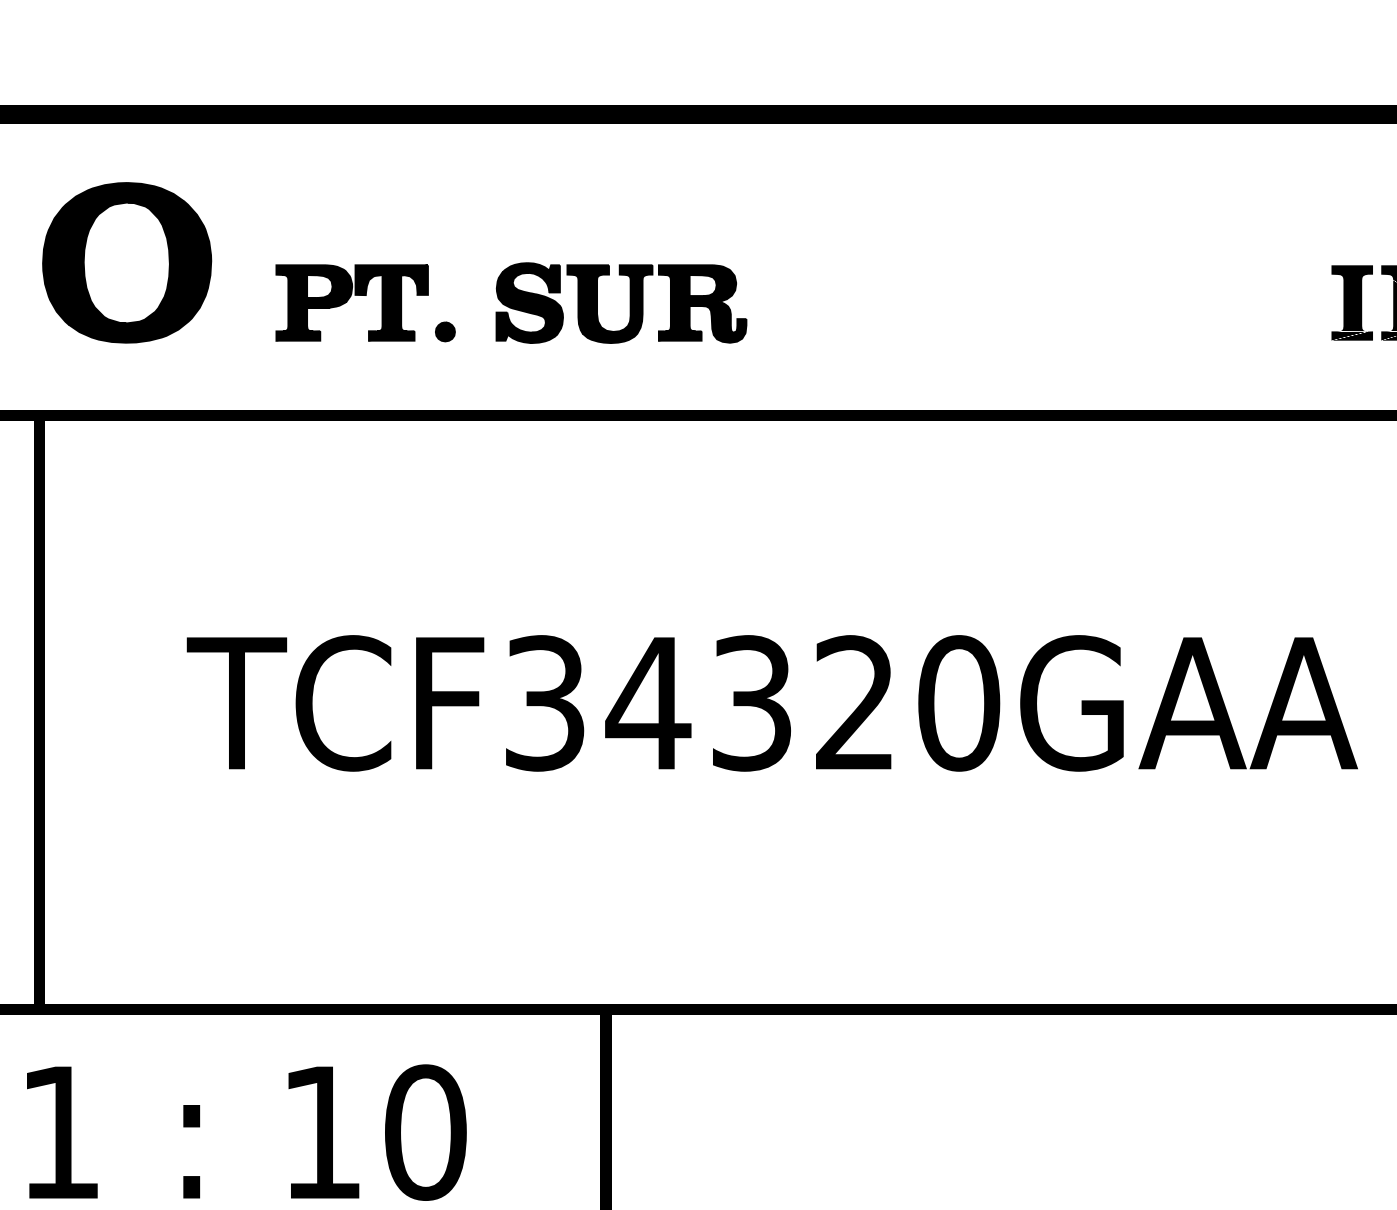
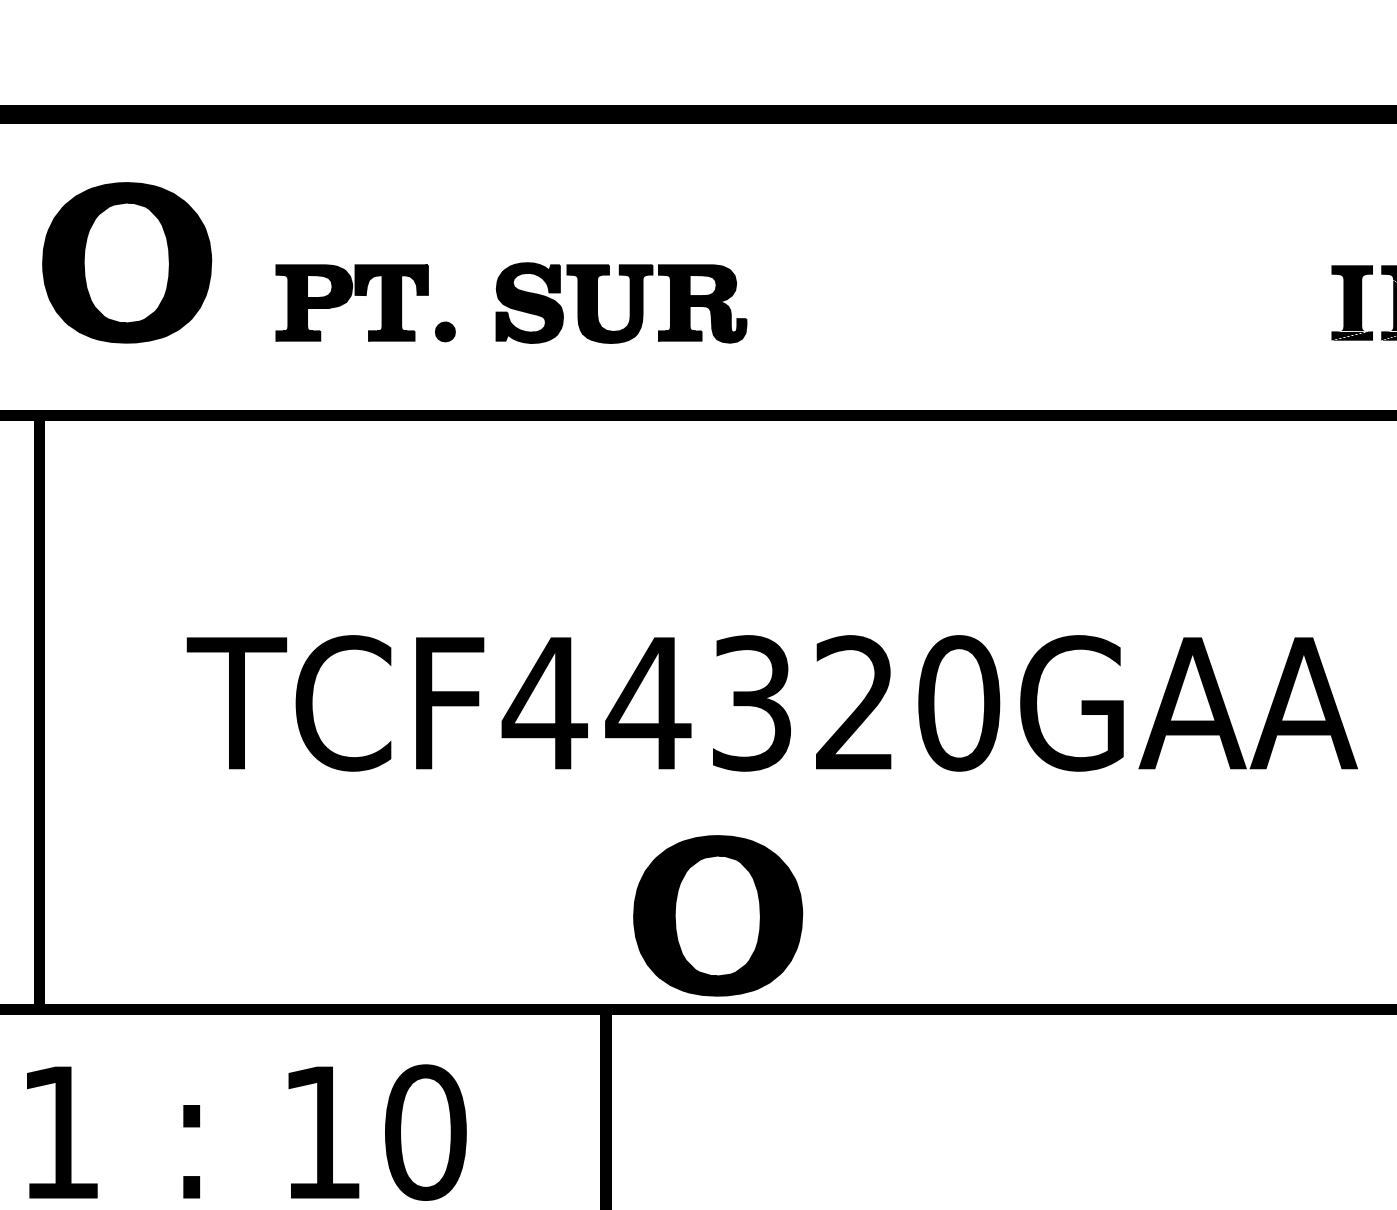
text at (544, 703): TCF34320GAA -> TCF44320GAA
part at (718, 915): none -> present
